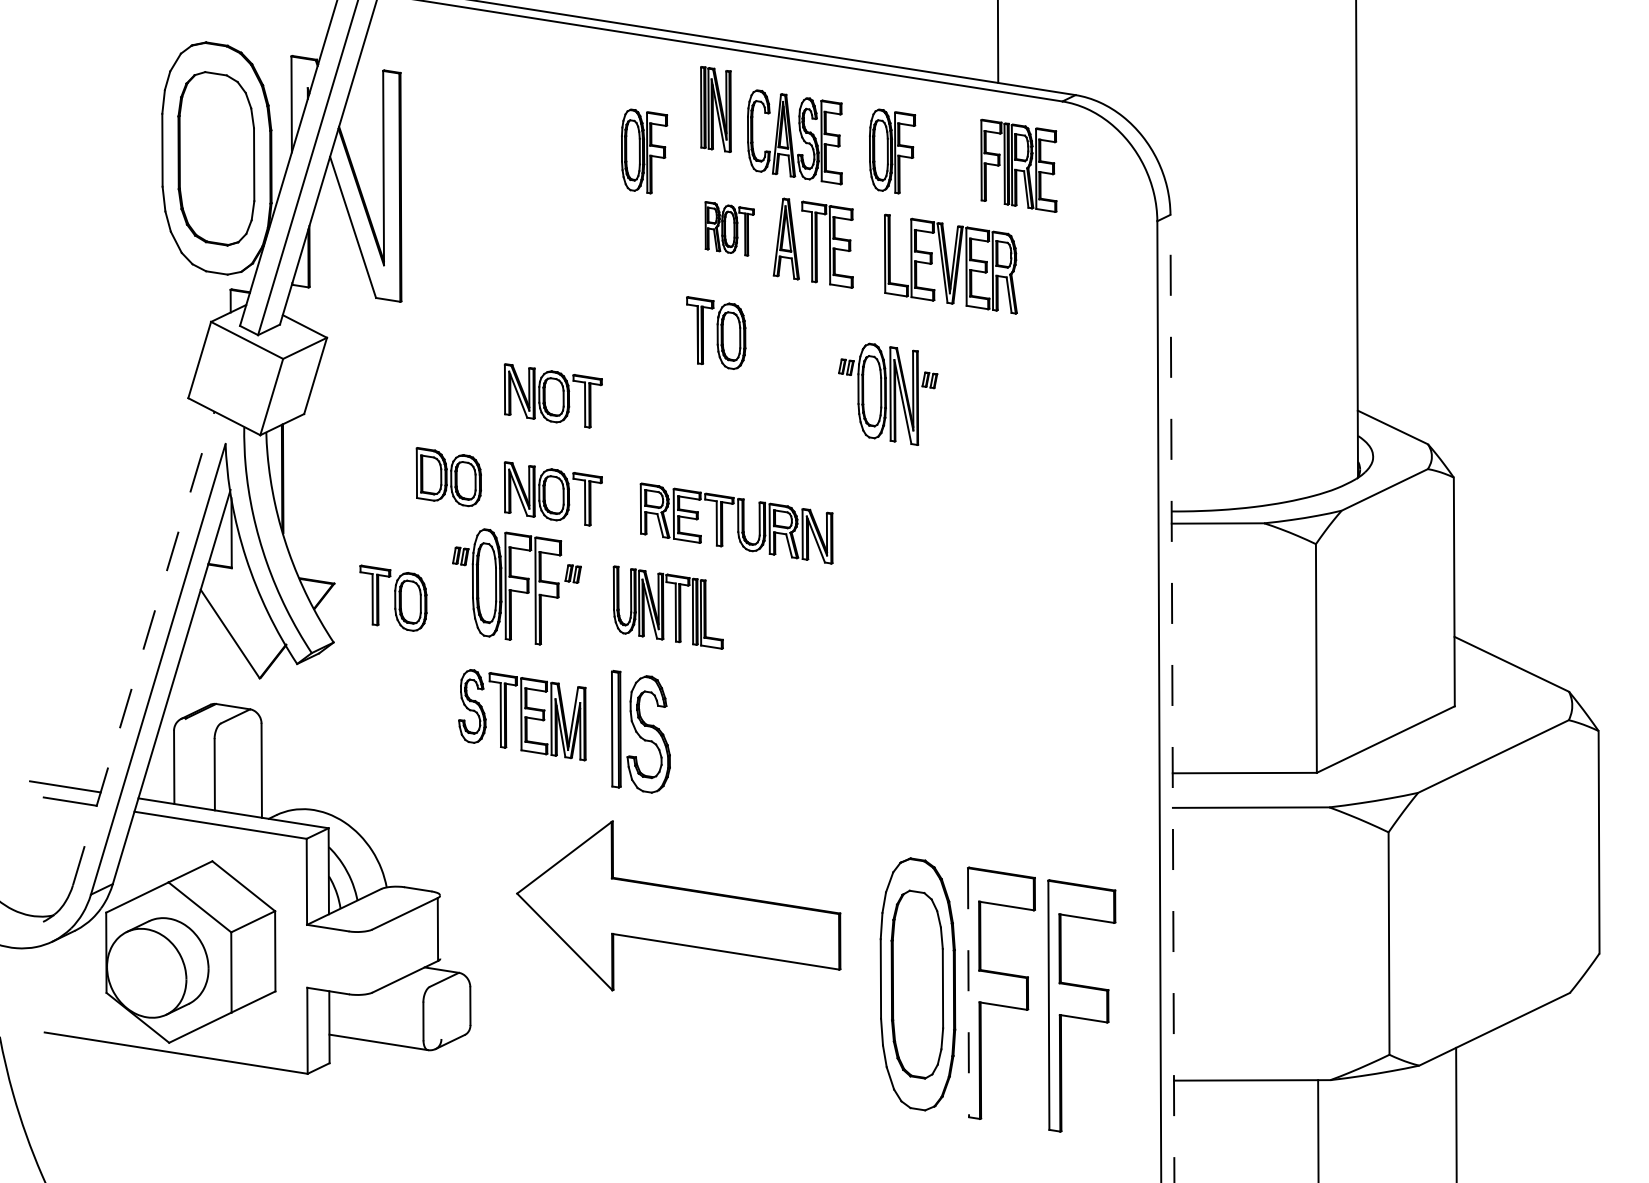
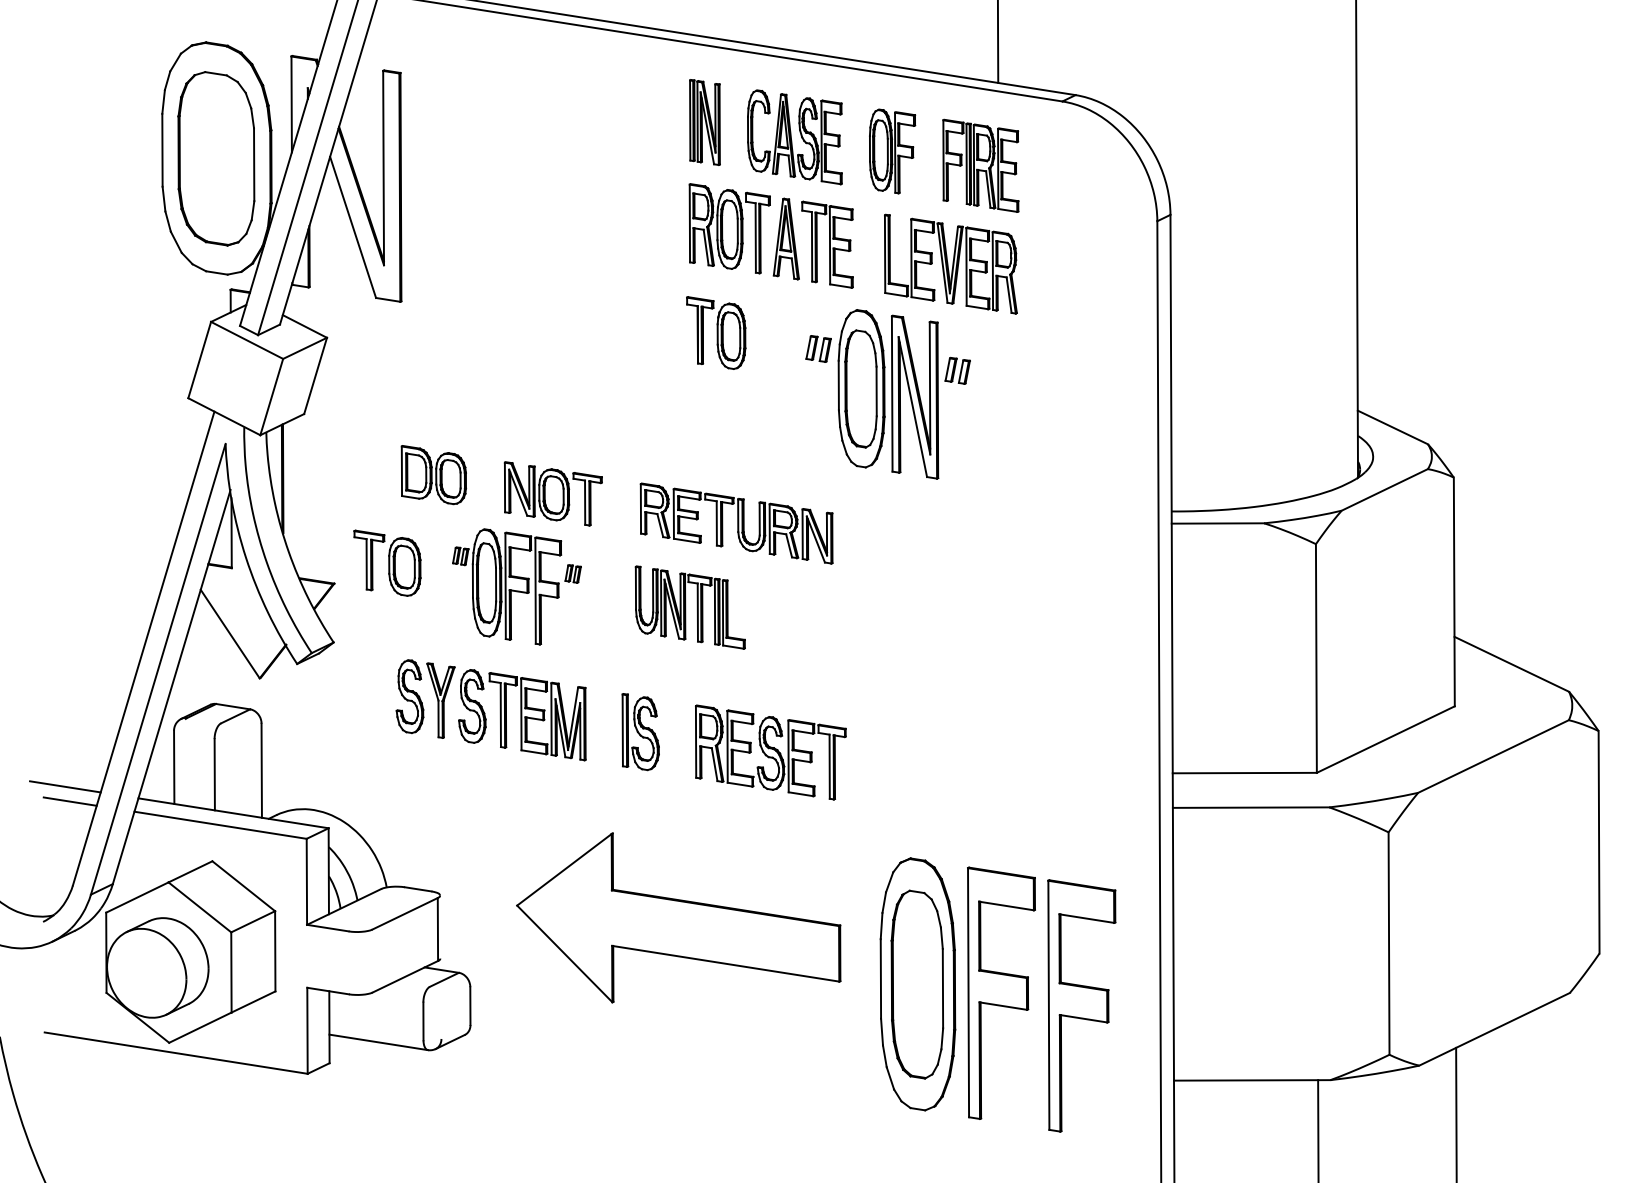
part at (715, 109) position: (715, 109) -> (704, 122)
part at (644, 151): present -> none
part at (1018, 165) position: (1018, 165) -> (980, 165)
part at (729, 228) size: 51x56 px -> 83x92 px
part at (888, 393) size: 101x104 px -> 166x171 px
part at (552, 395): present -> none
part at (448, 477) position: (448, 477) -> (433, 475)
part at (393, 597) position: (393, 597) -> (387, 562)
part at (667, 607) position: (667, 607) -> (689, 607)
line at (143, 648): dashed -> solid
part at (425, 698): none -> present
line at (1172, 698): dashed -> solid
part at (640, 731) size: 60x125 px -> 39x79 px
part at (770, 752): none -> present
part at (678, 905) position: (678, 905) -> (678, 917)
line at (968, 992): dashed -> solid
